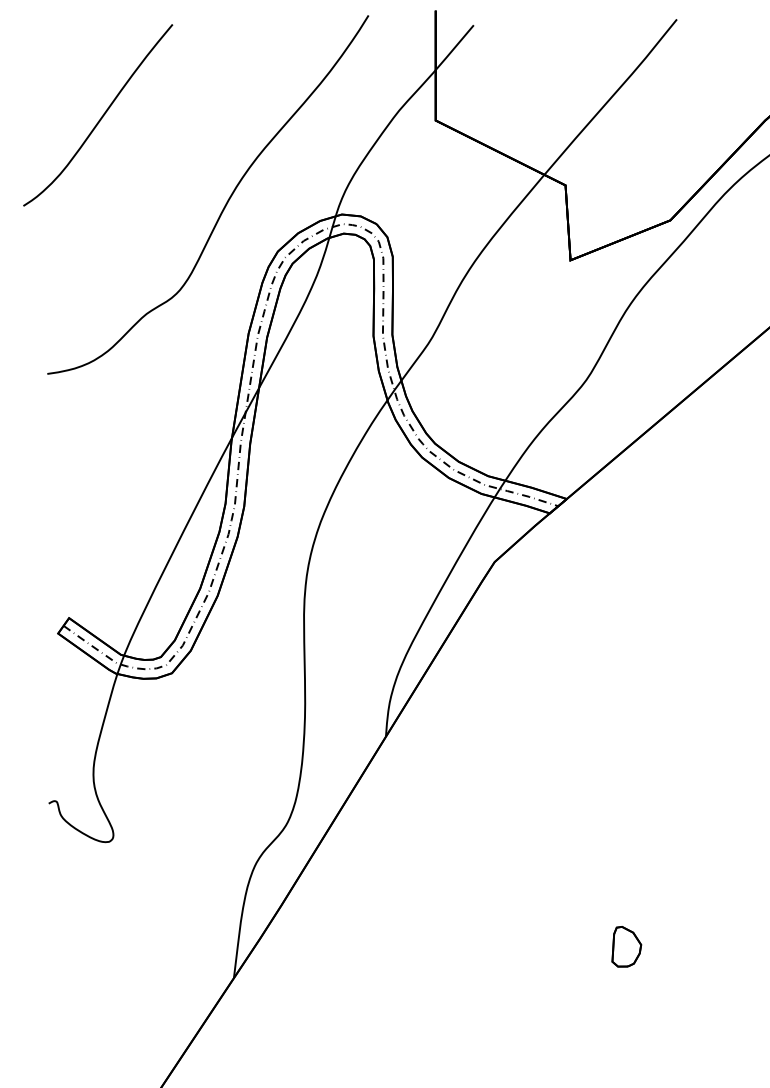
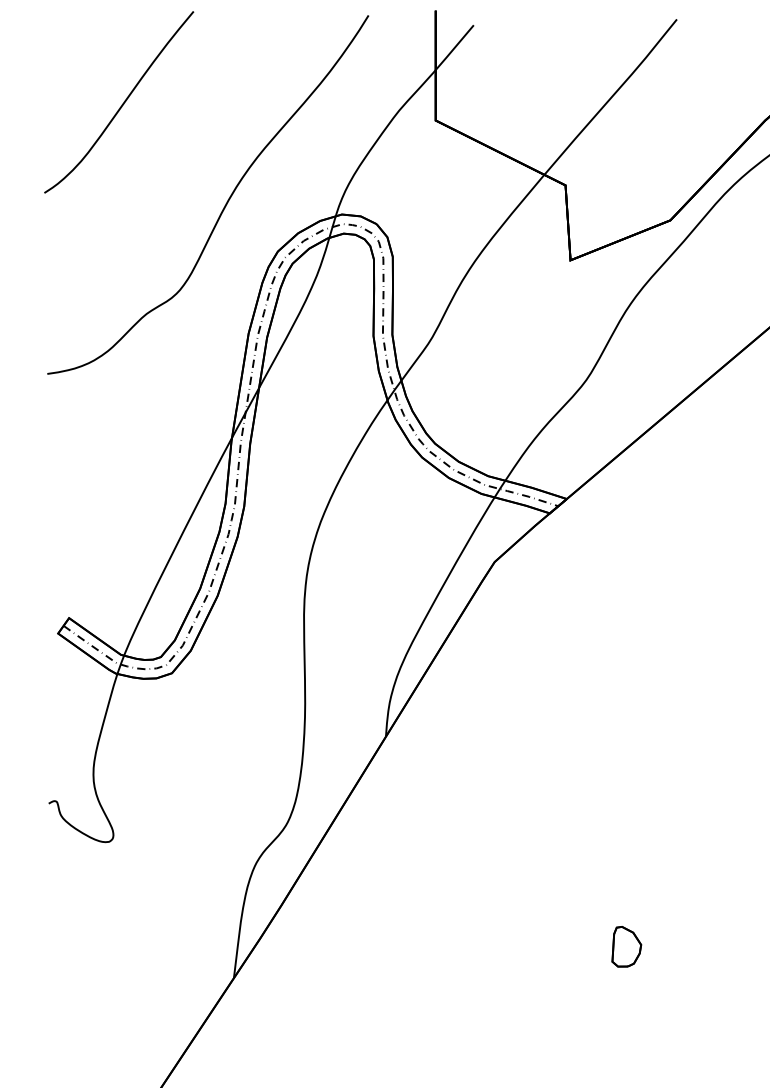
curve at (100, 117) position: (100, 117) -> (121, 104)
